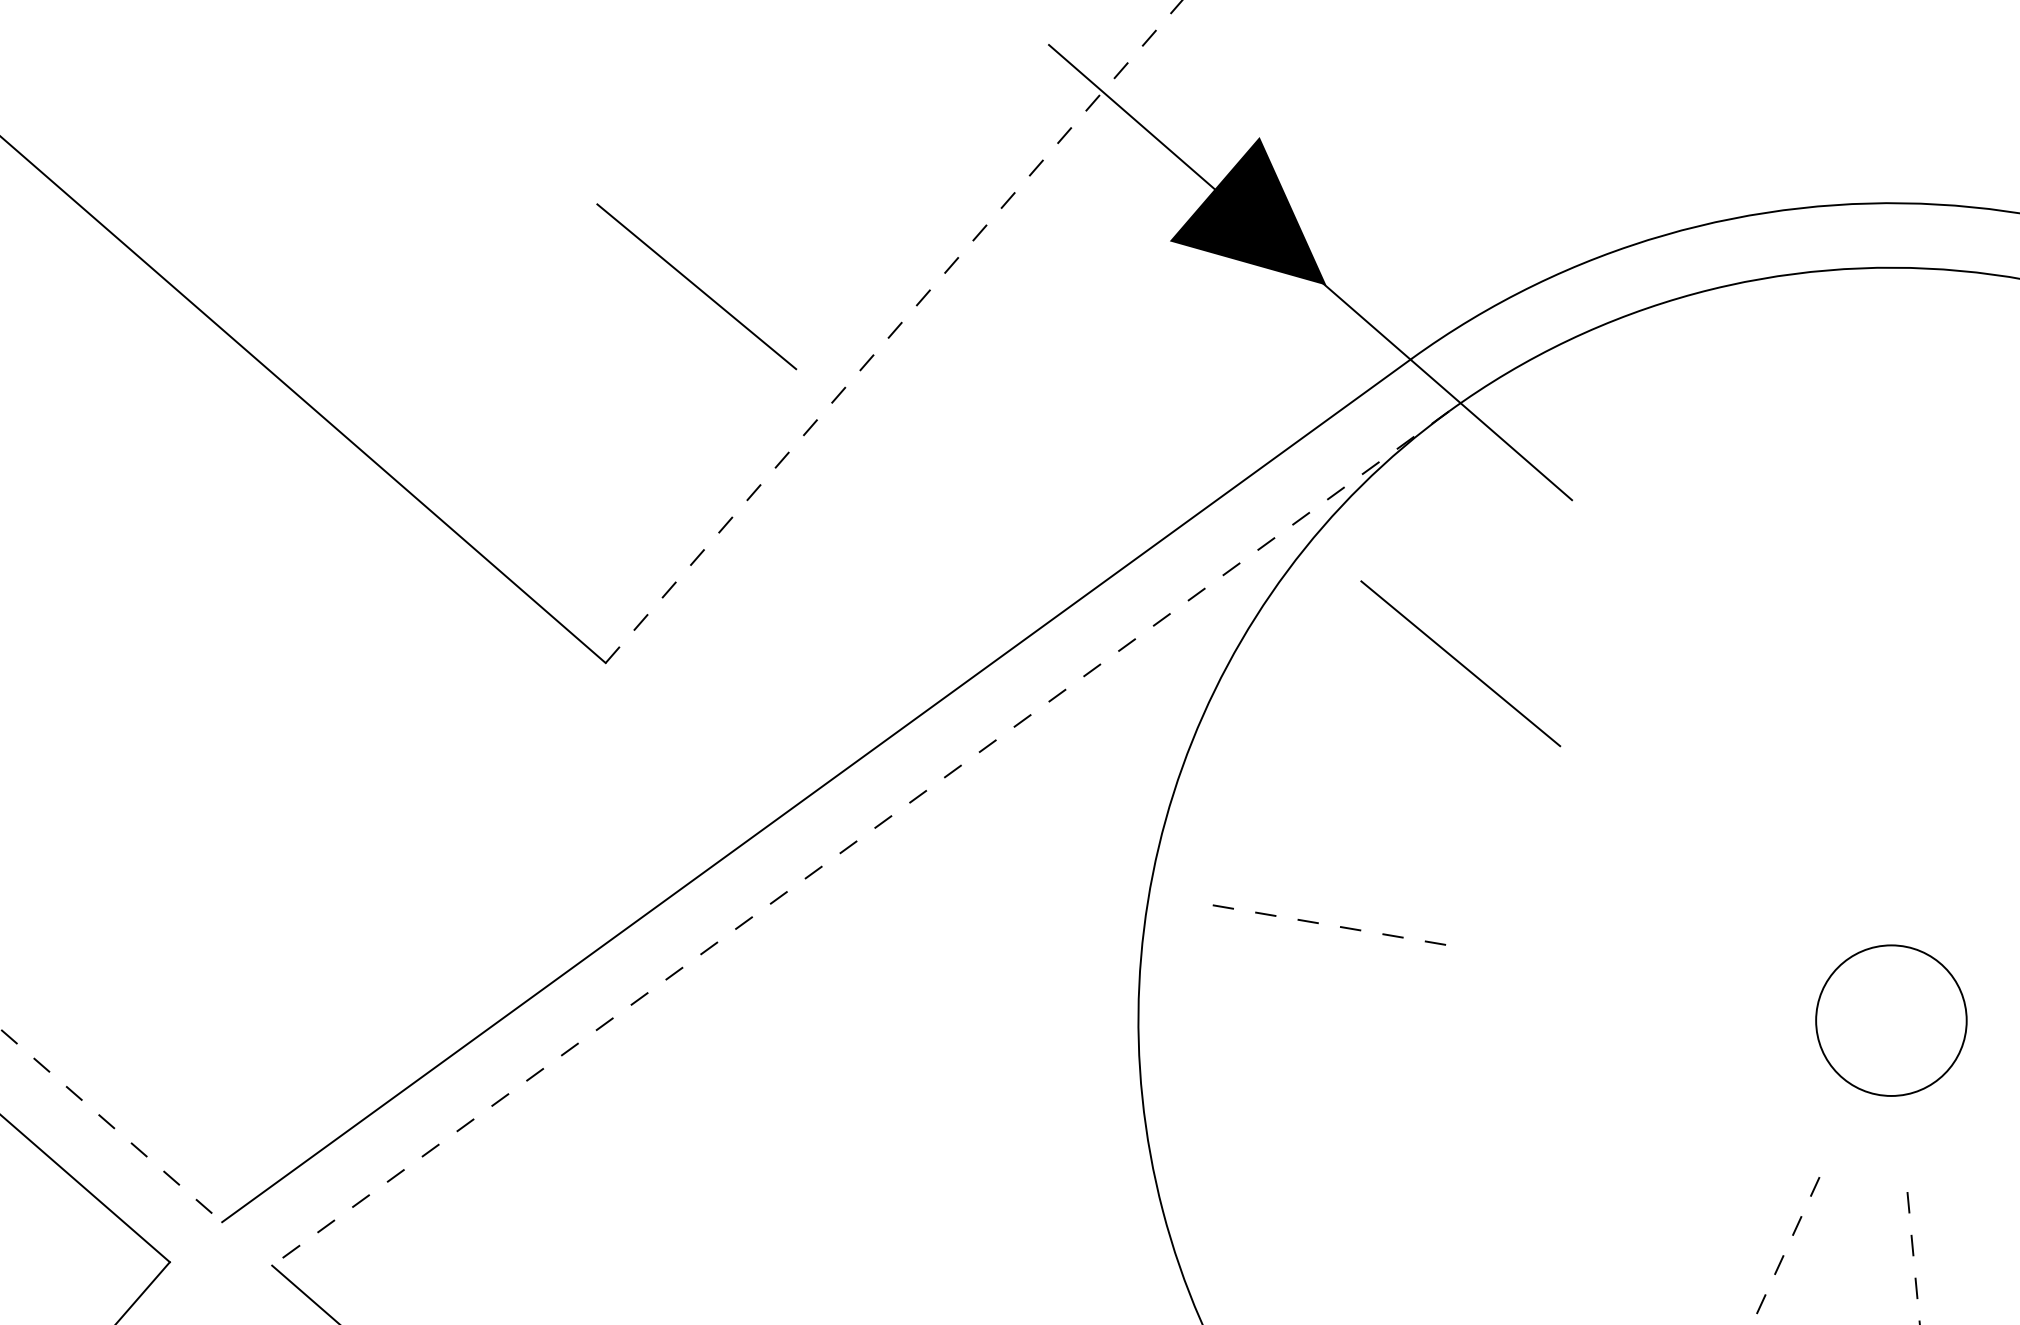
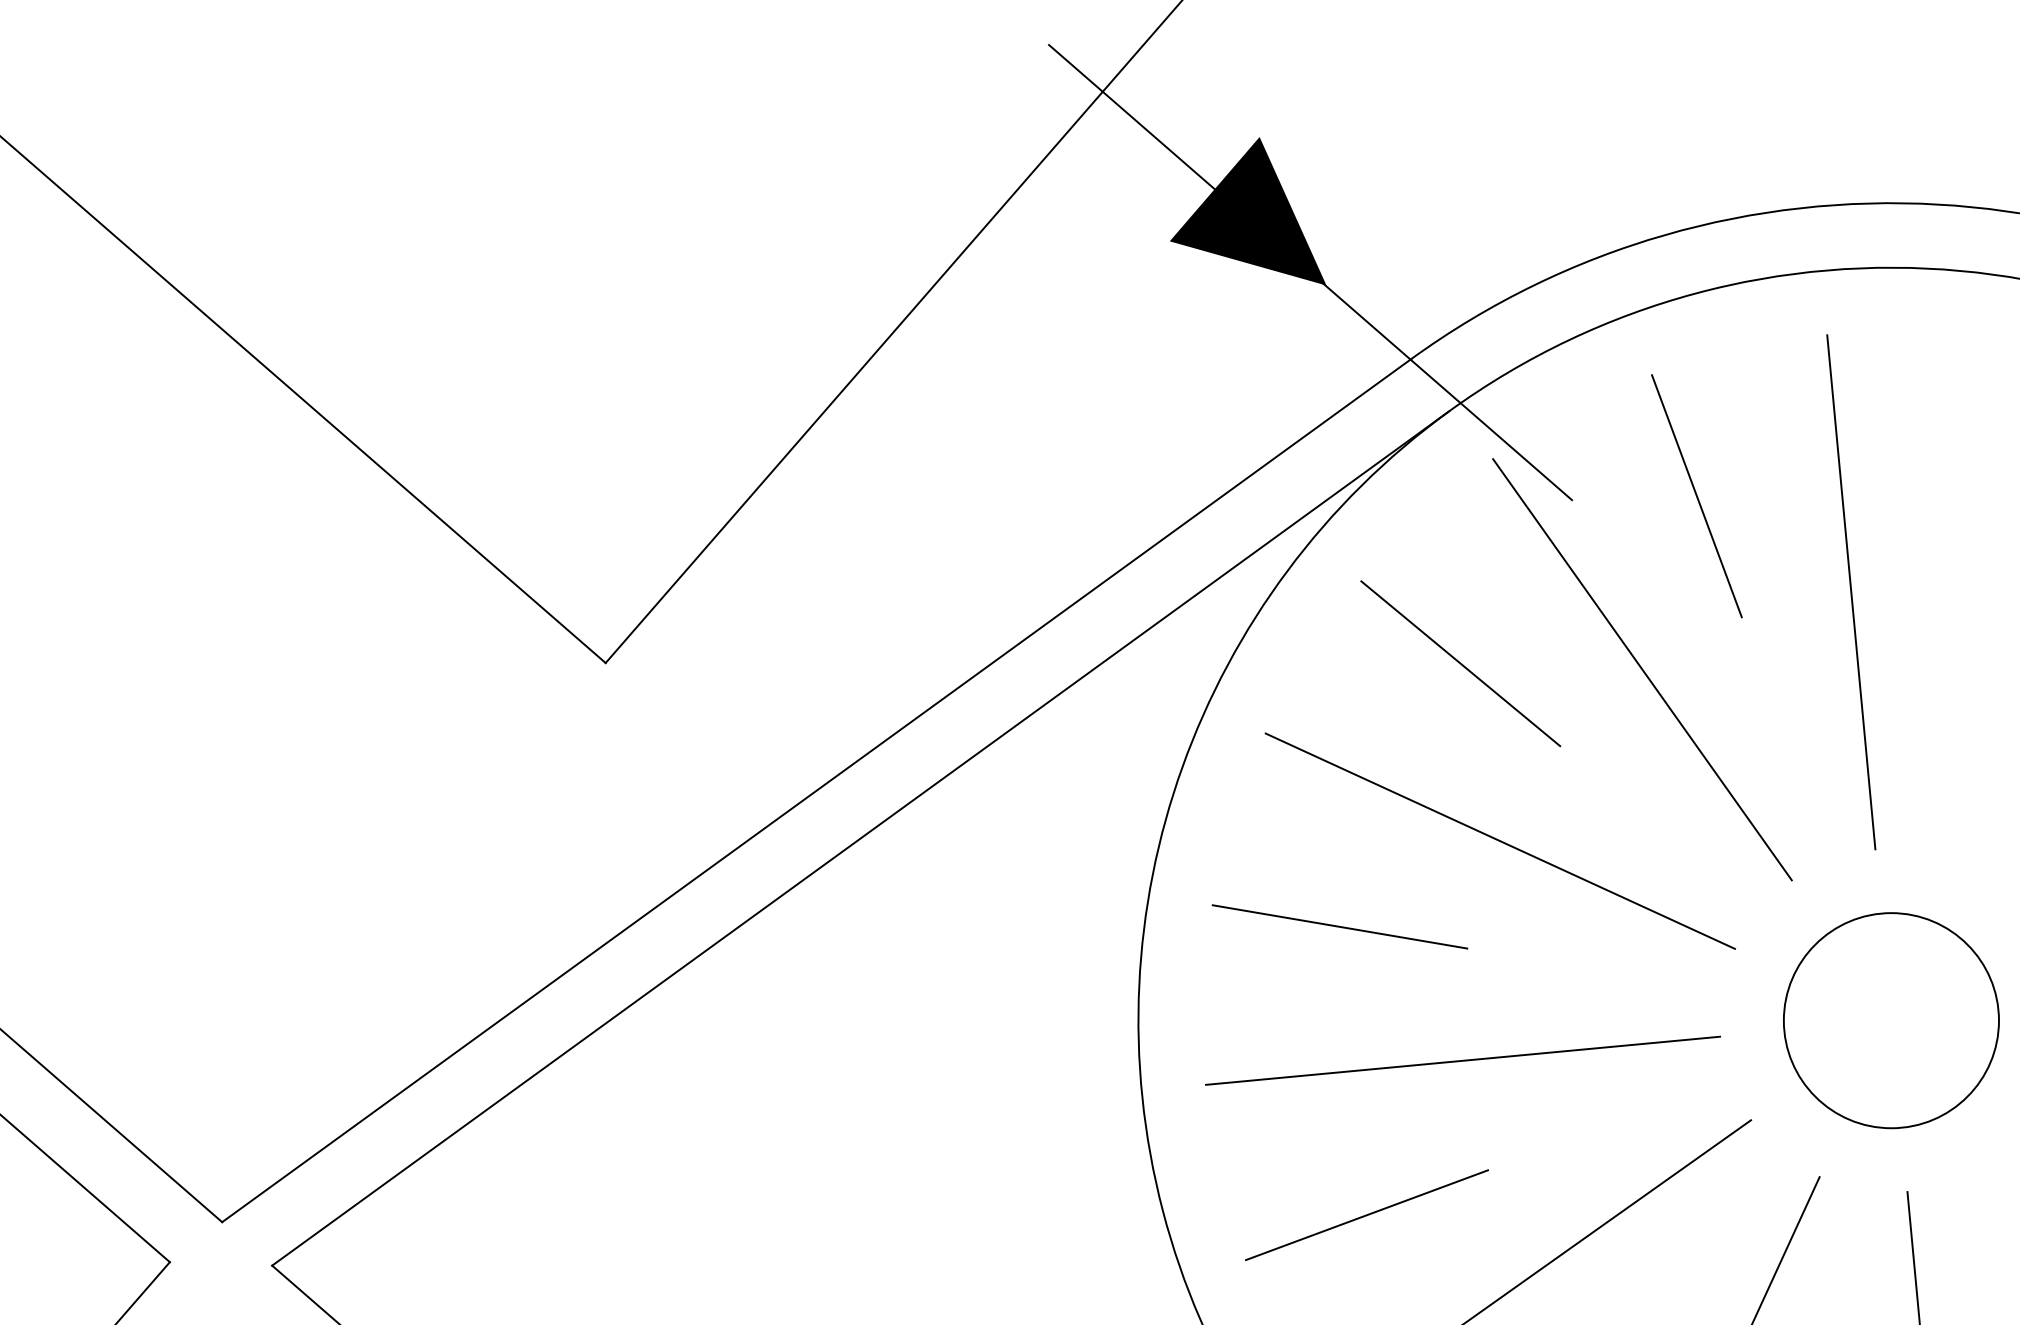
line at (696, 286): present -> none
line at (894, 331): dashed -> solid
line at (1696, 496): none -> present
line at (1851, 592): none -> present
line at (1642, 669): none -> present
line at (860, 838): dashed -> solid
line at (1500, 840): none -> present
line at (1340, 926): dashed -> solid
circle at (1891, 1020) diameter: 151 px -> 215 px
line at (1463, 1060): none -> present
line at (111, 1125): dashed -> solid
line at (1366, 1215): none -> present
line at (1609, 1220): none -> present
line at (1785, 1250): dashed -> solid
line at (1913, 1258): dashed -> solid
